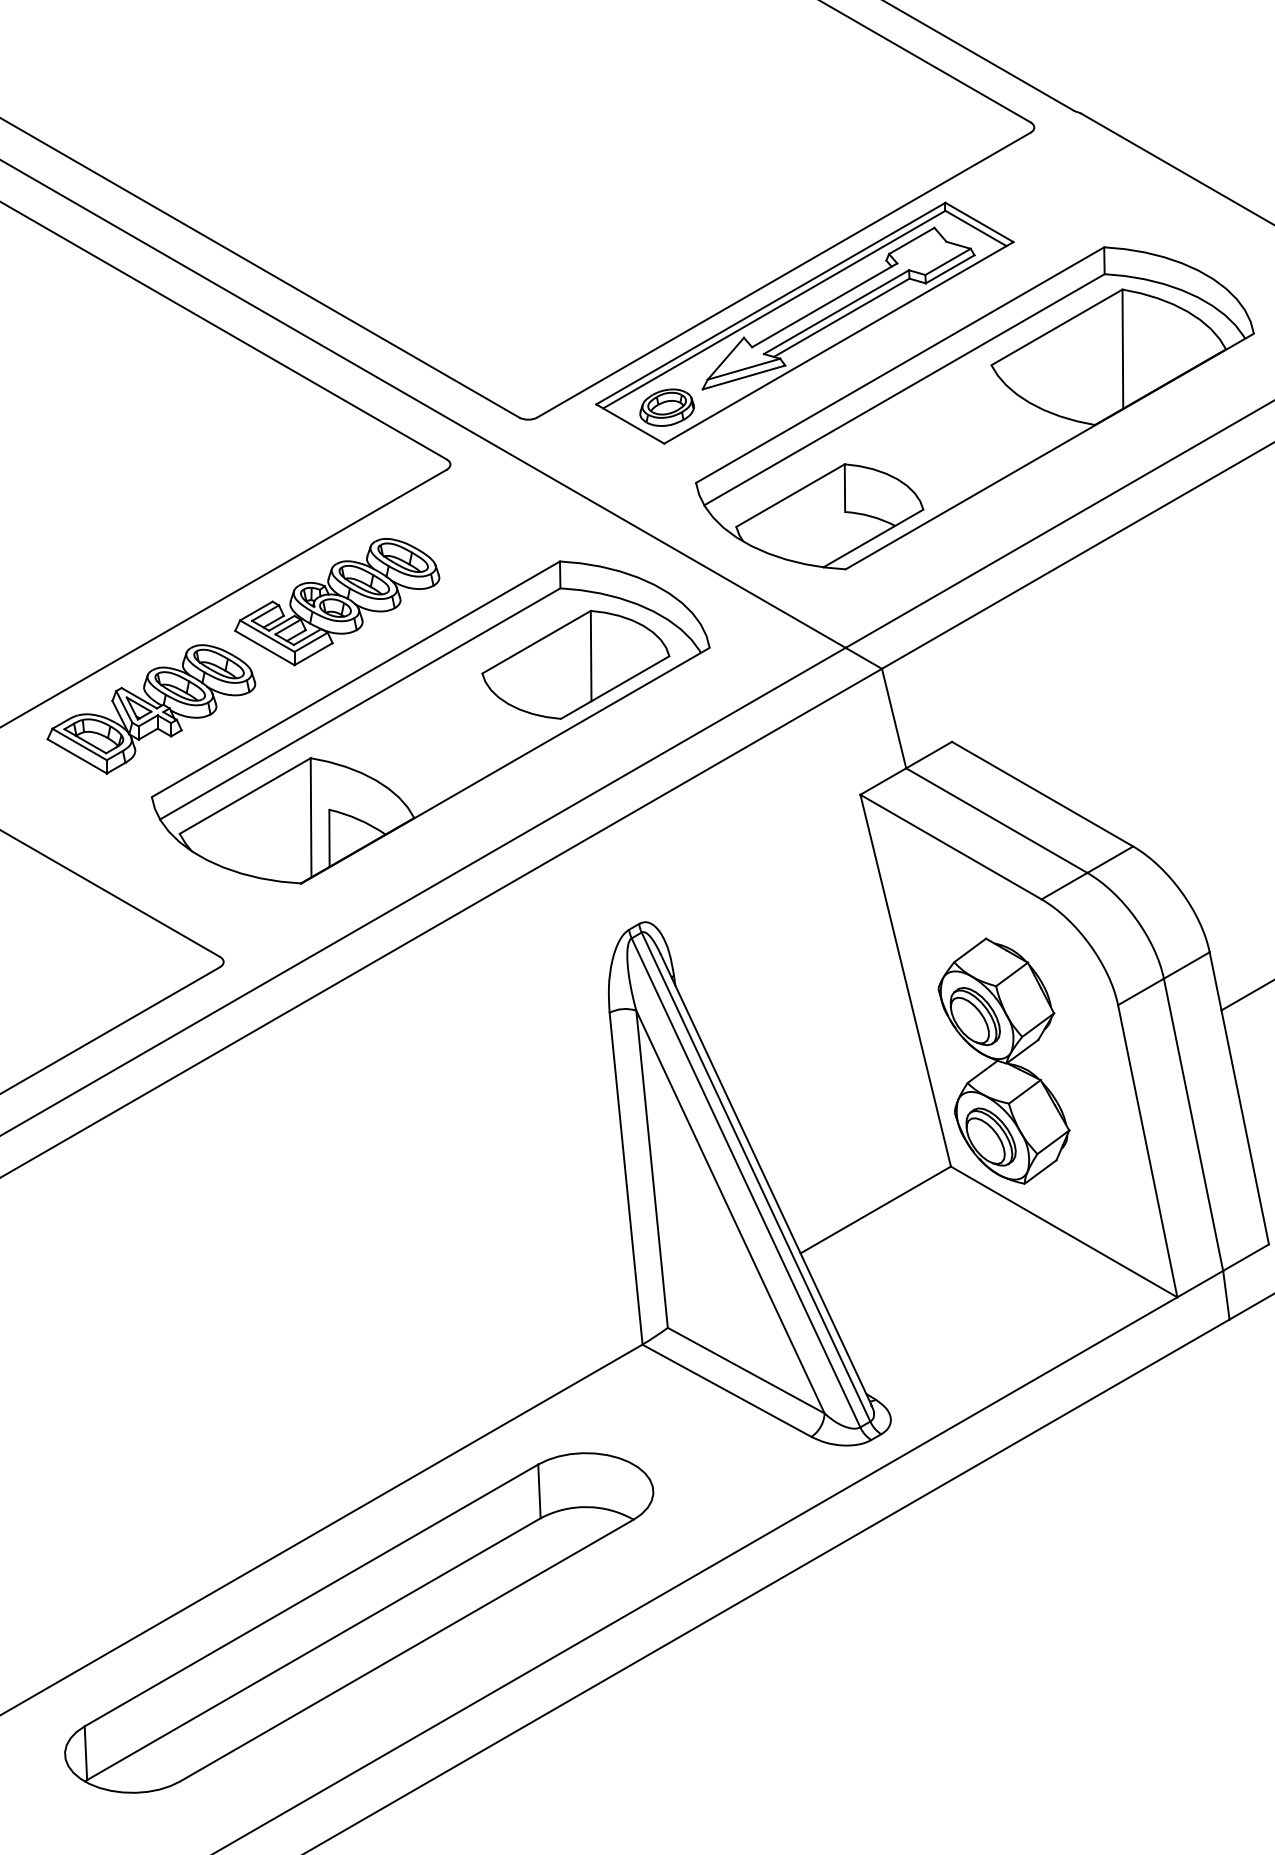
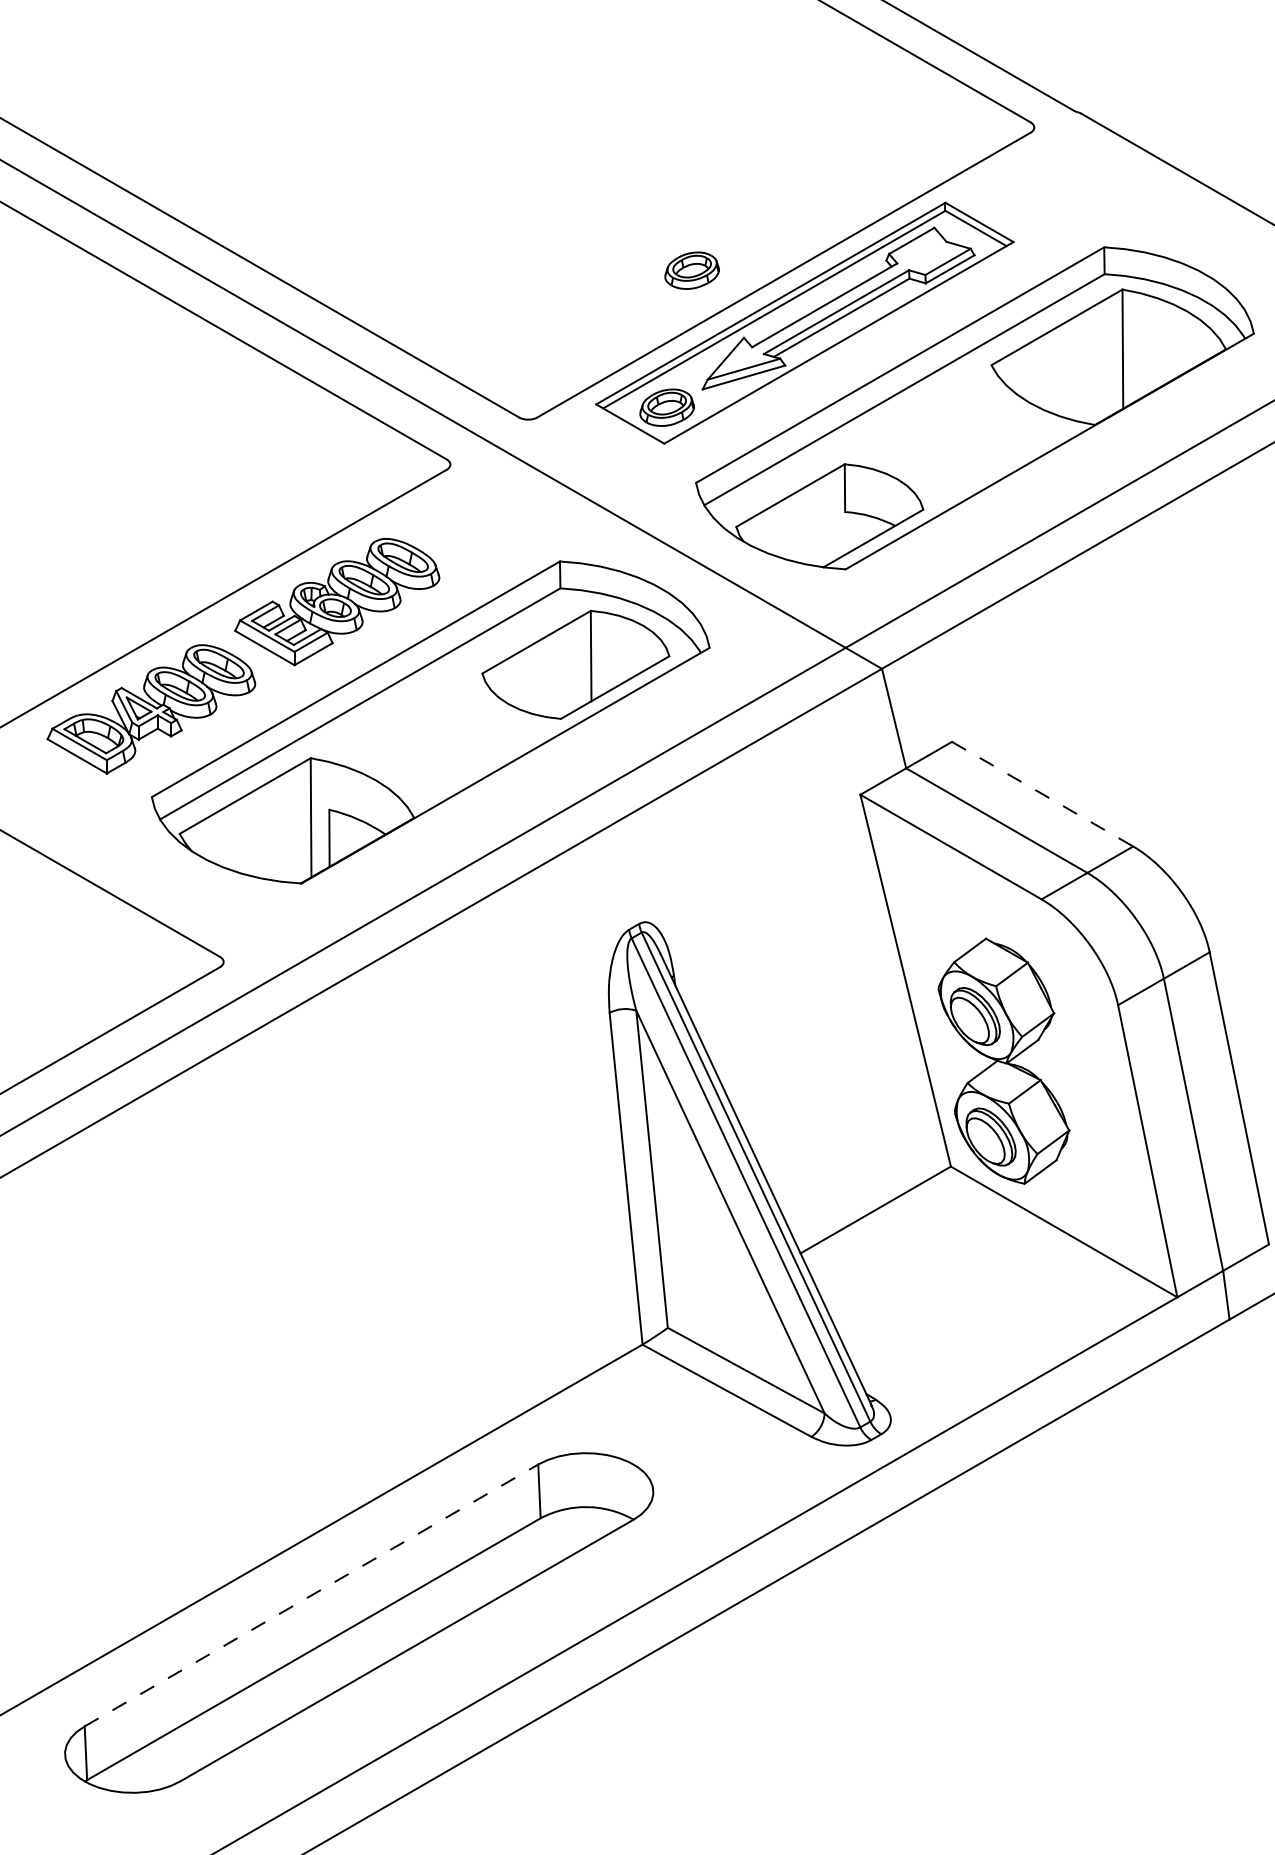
part at (691, 270): none -> present
line at (1042, 794): solid -> dashed
line at (1246, 995): present -> none
line at (311, 1595): solid -> dashed
